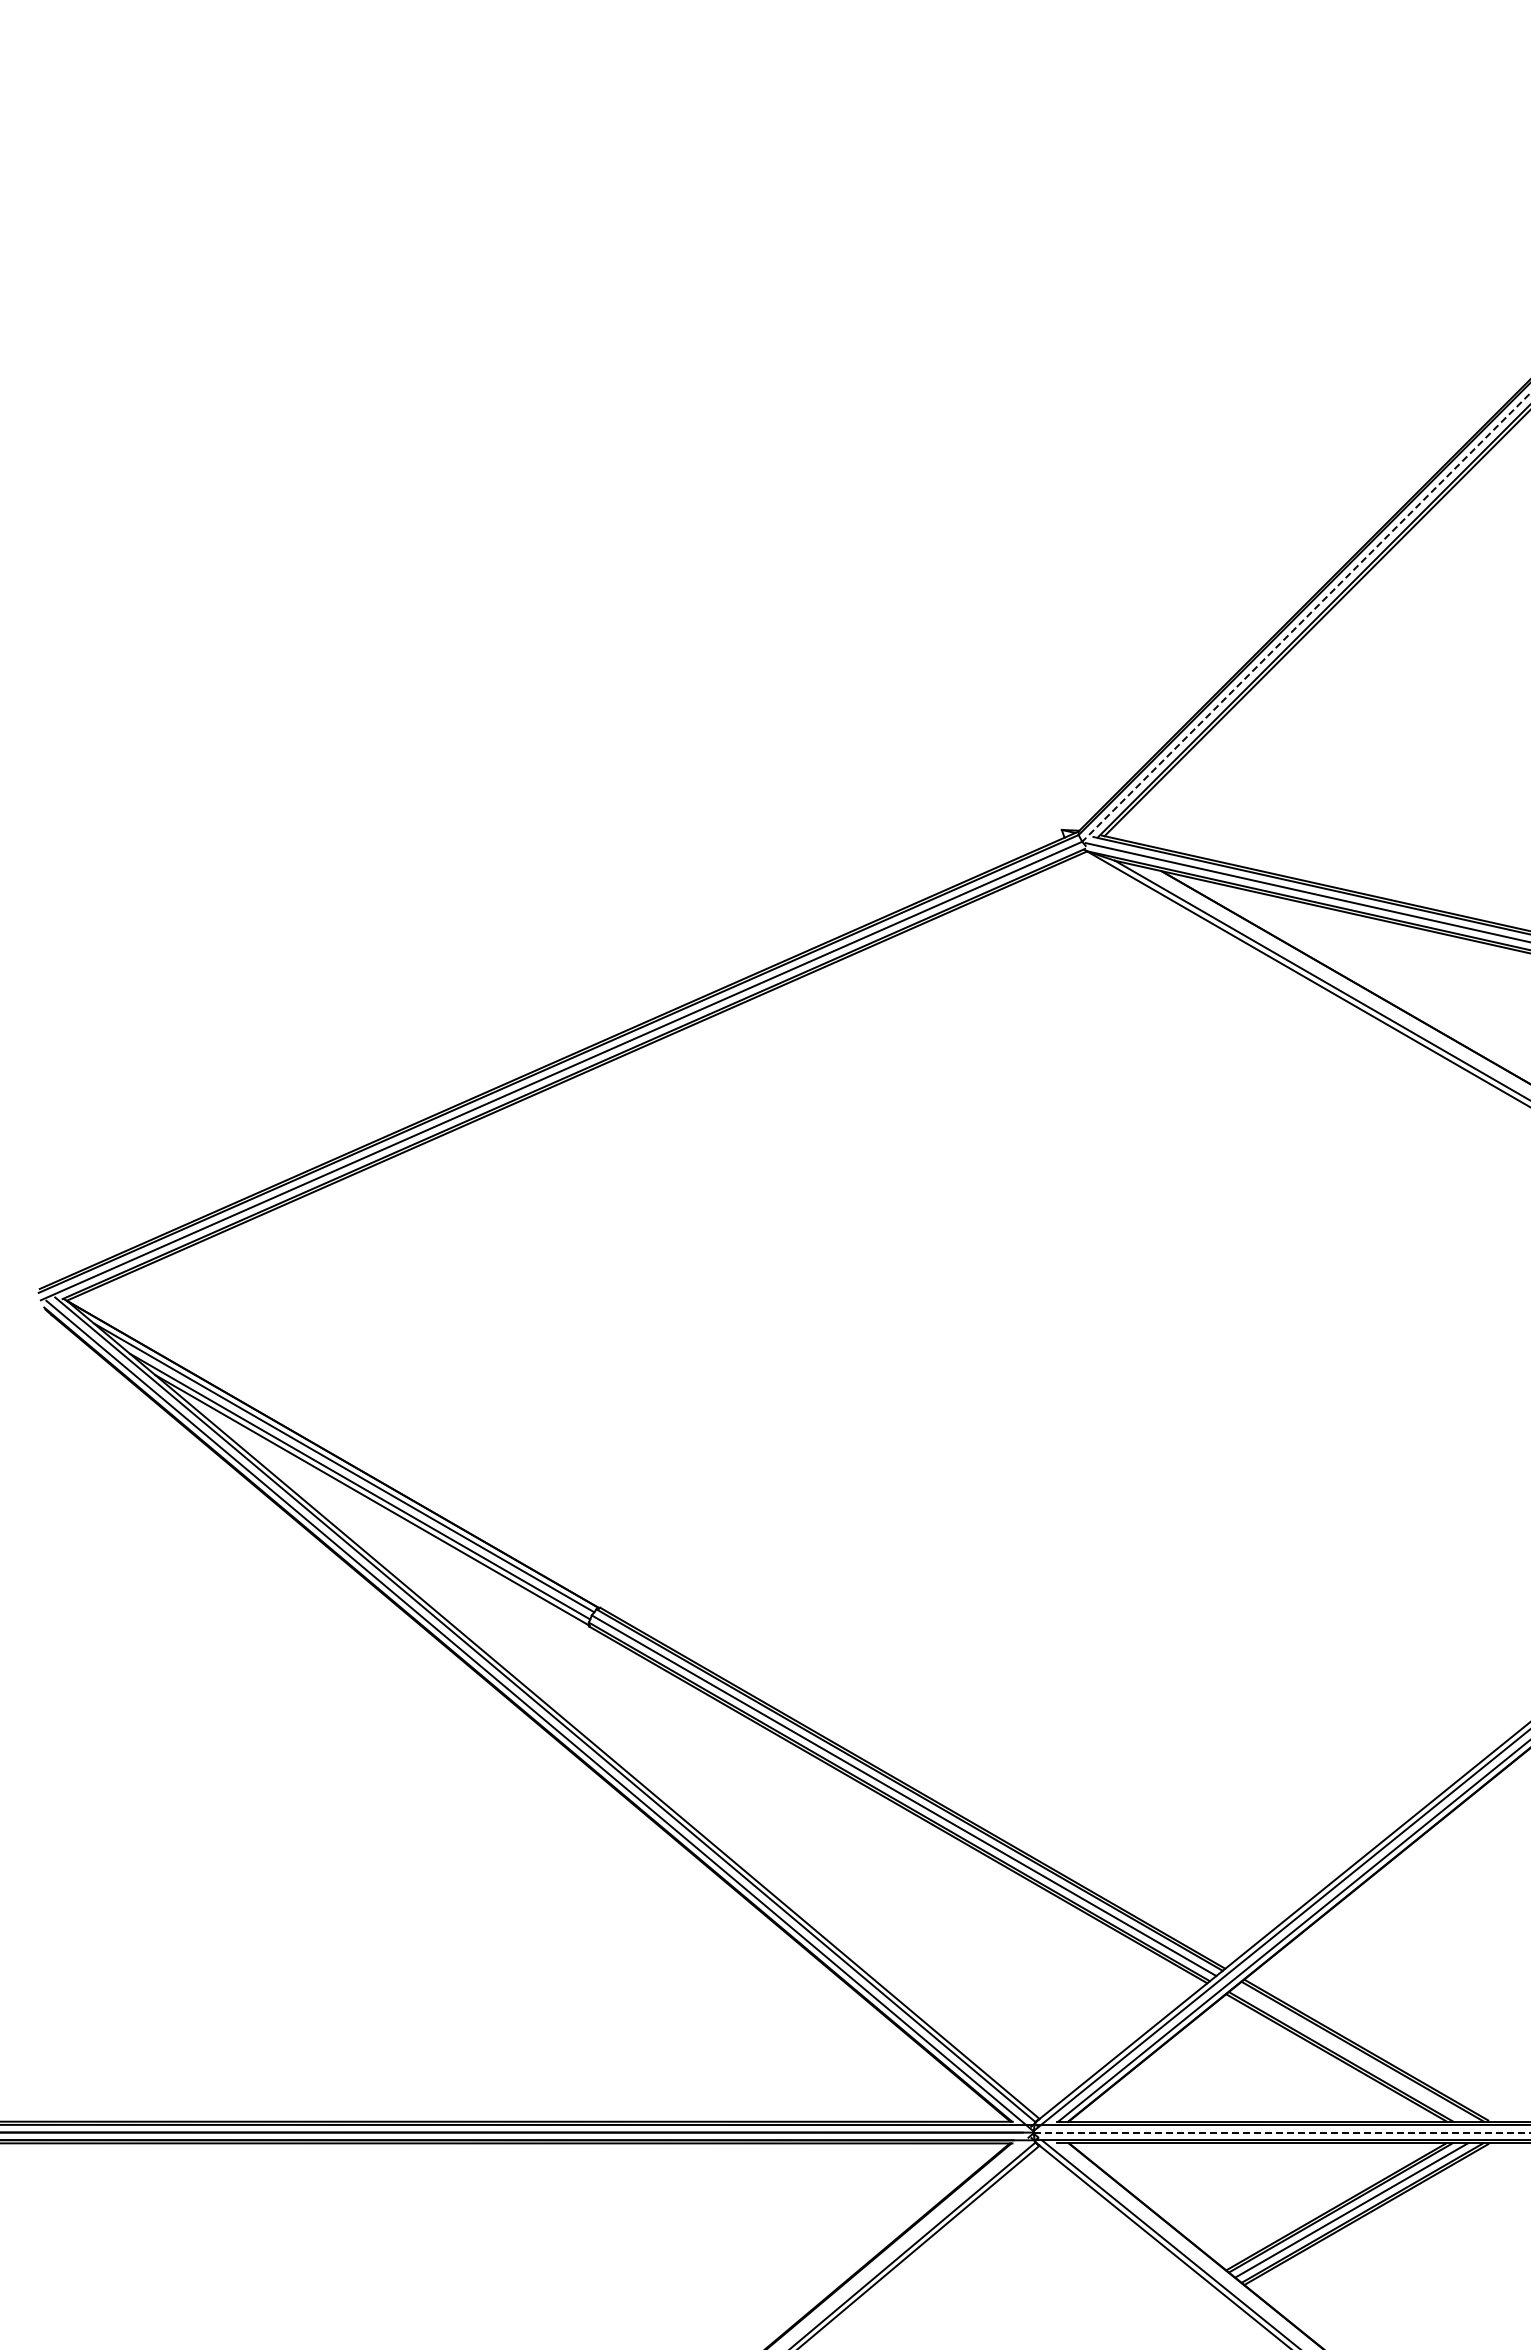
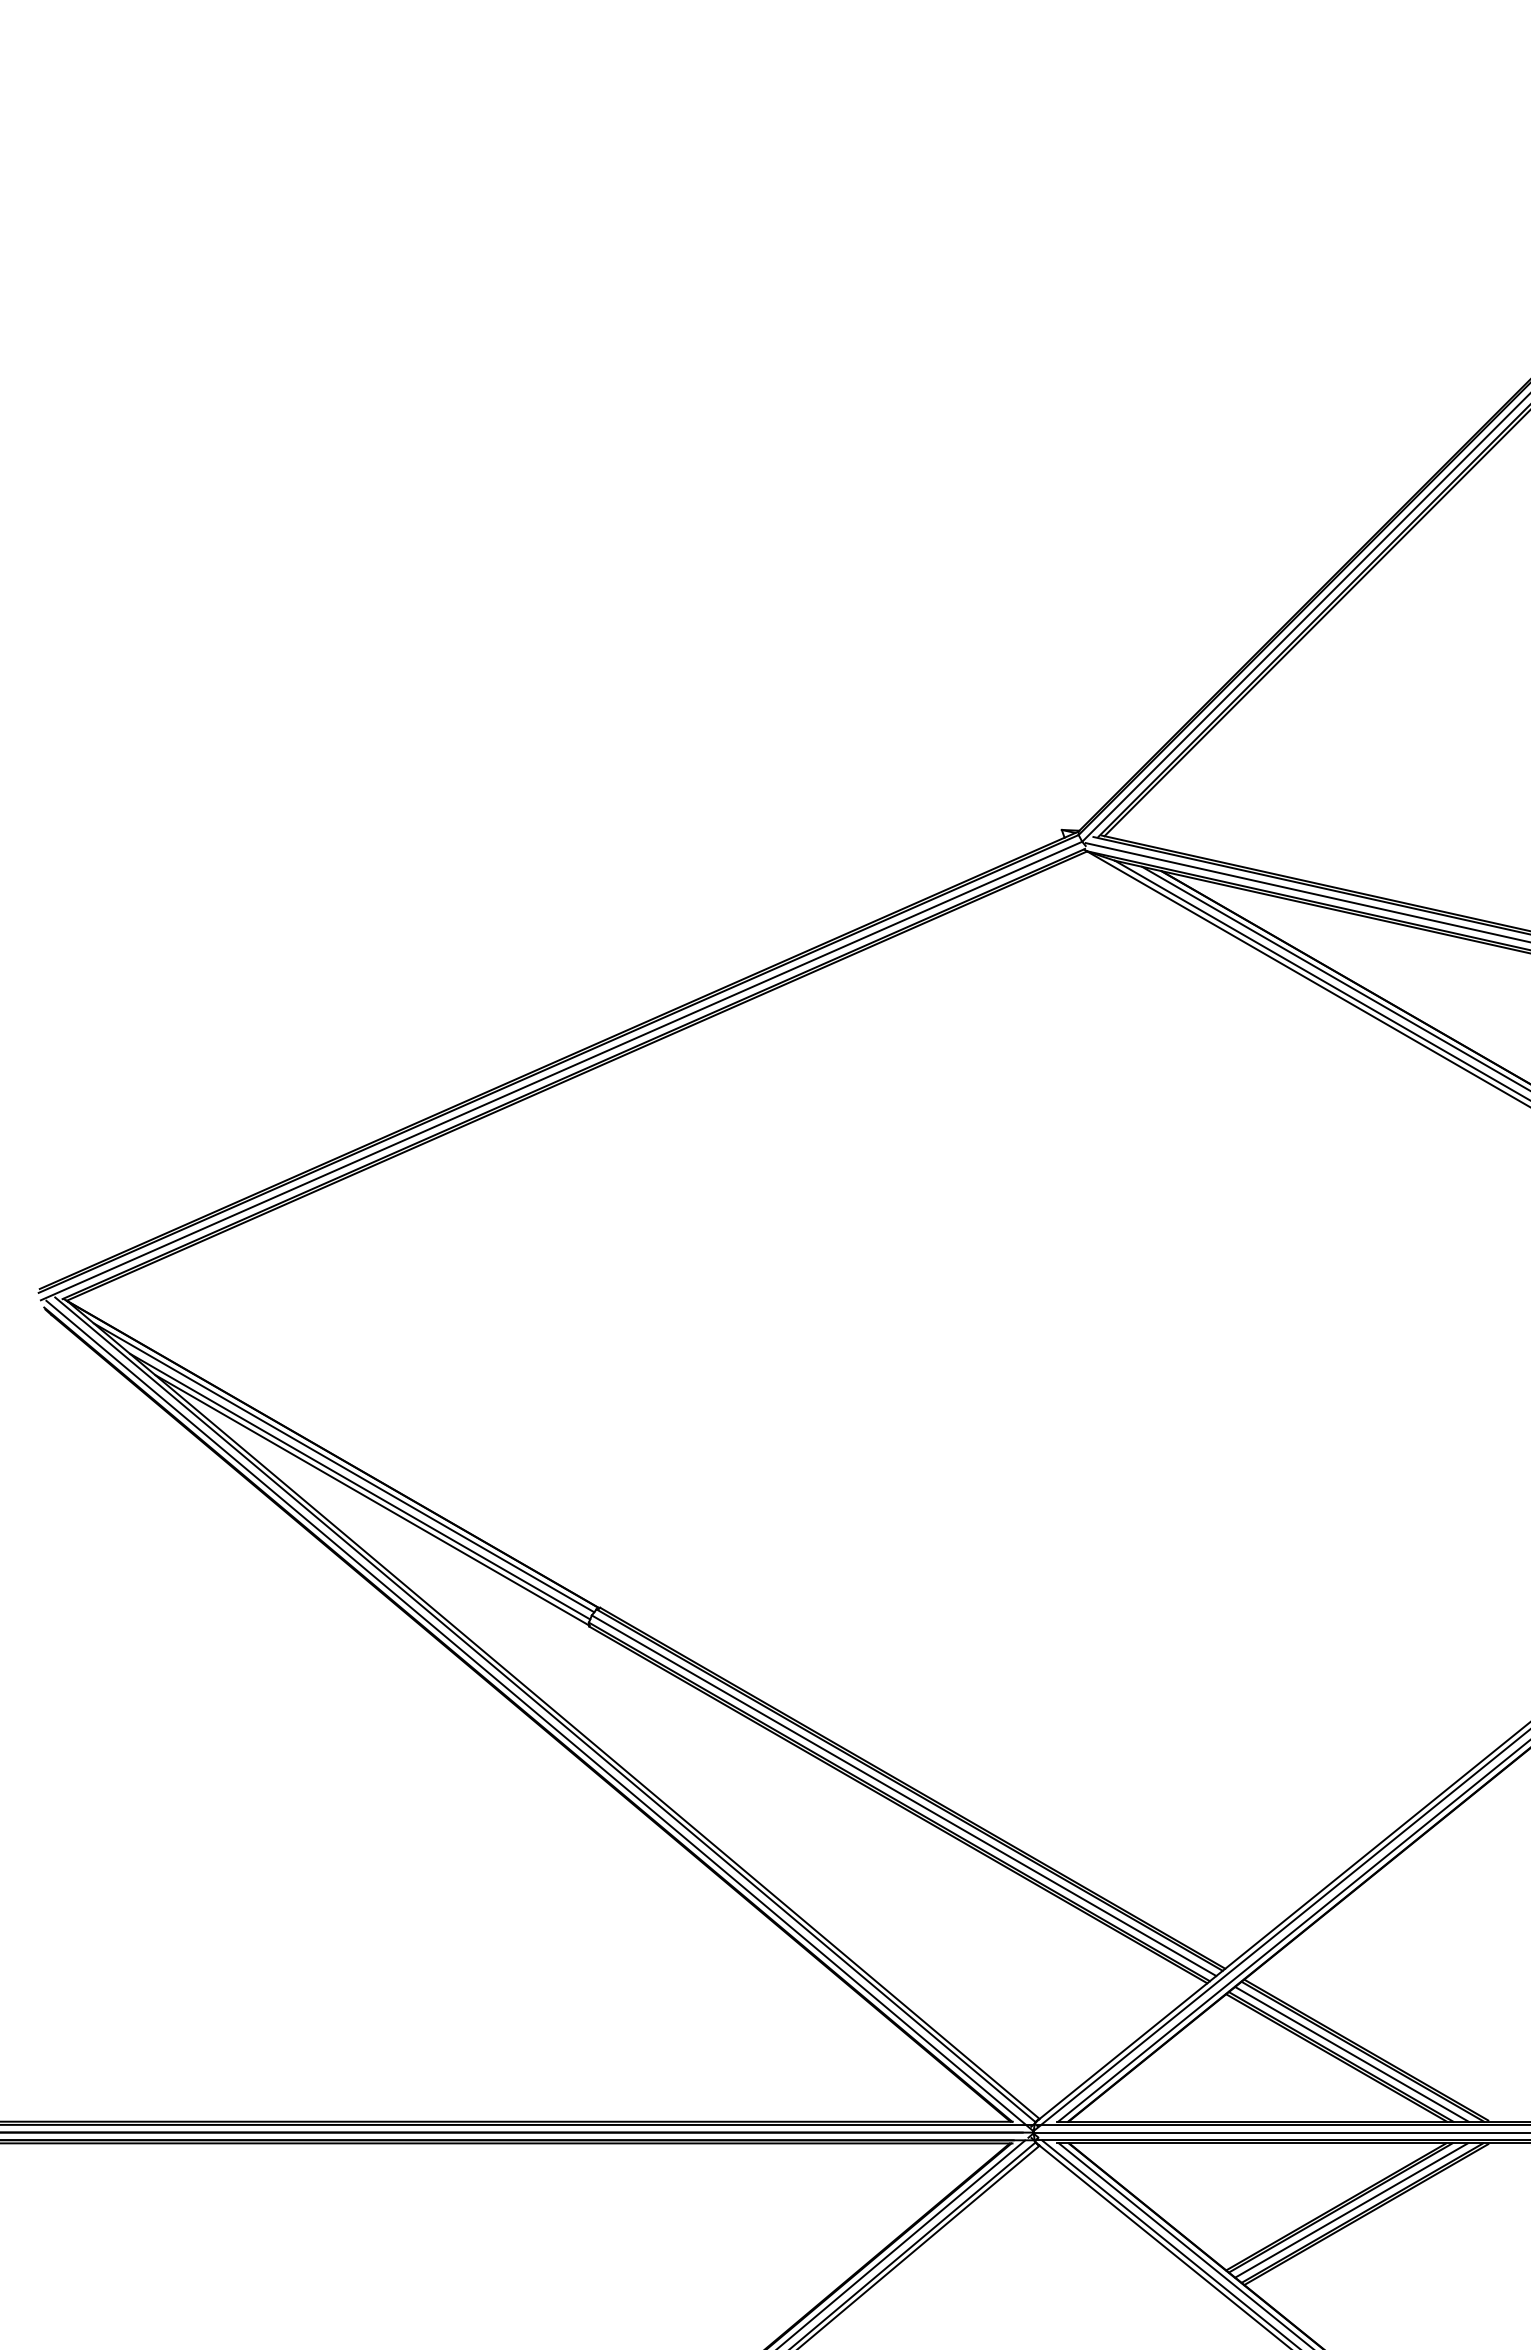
line at (1306, 617): dashed -> solid
line at (1334, 977): none -> present
line at (1351, 2054): none -> present
line at (1282, 2132): dashed -> solid
line at (902, 2243): none -> present
line at (1184, 2244): none -> present
